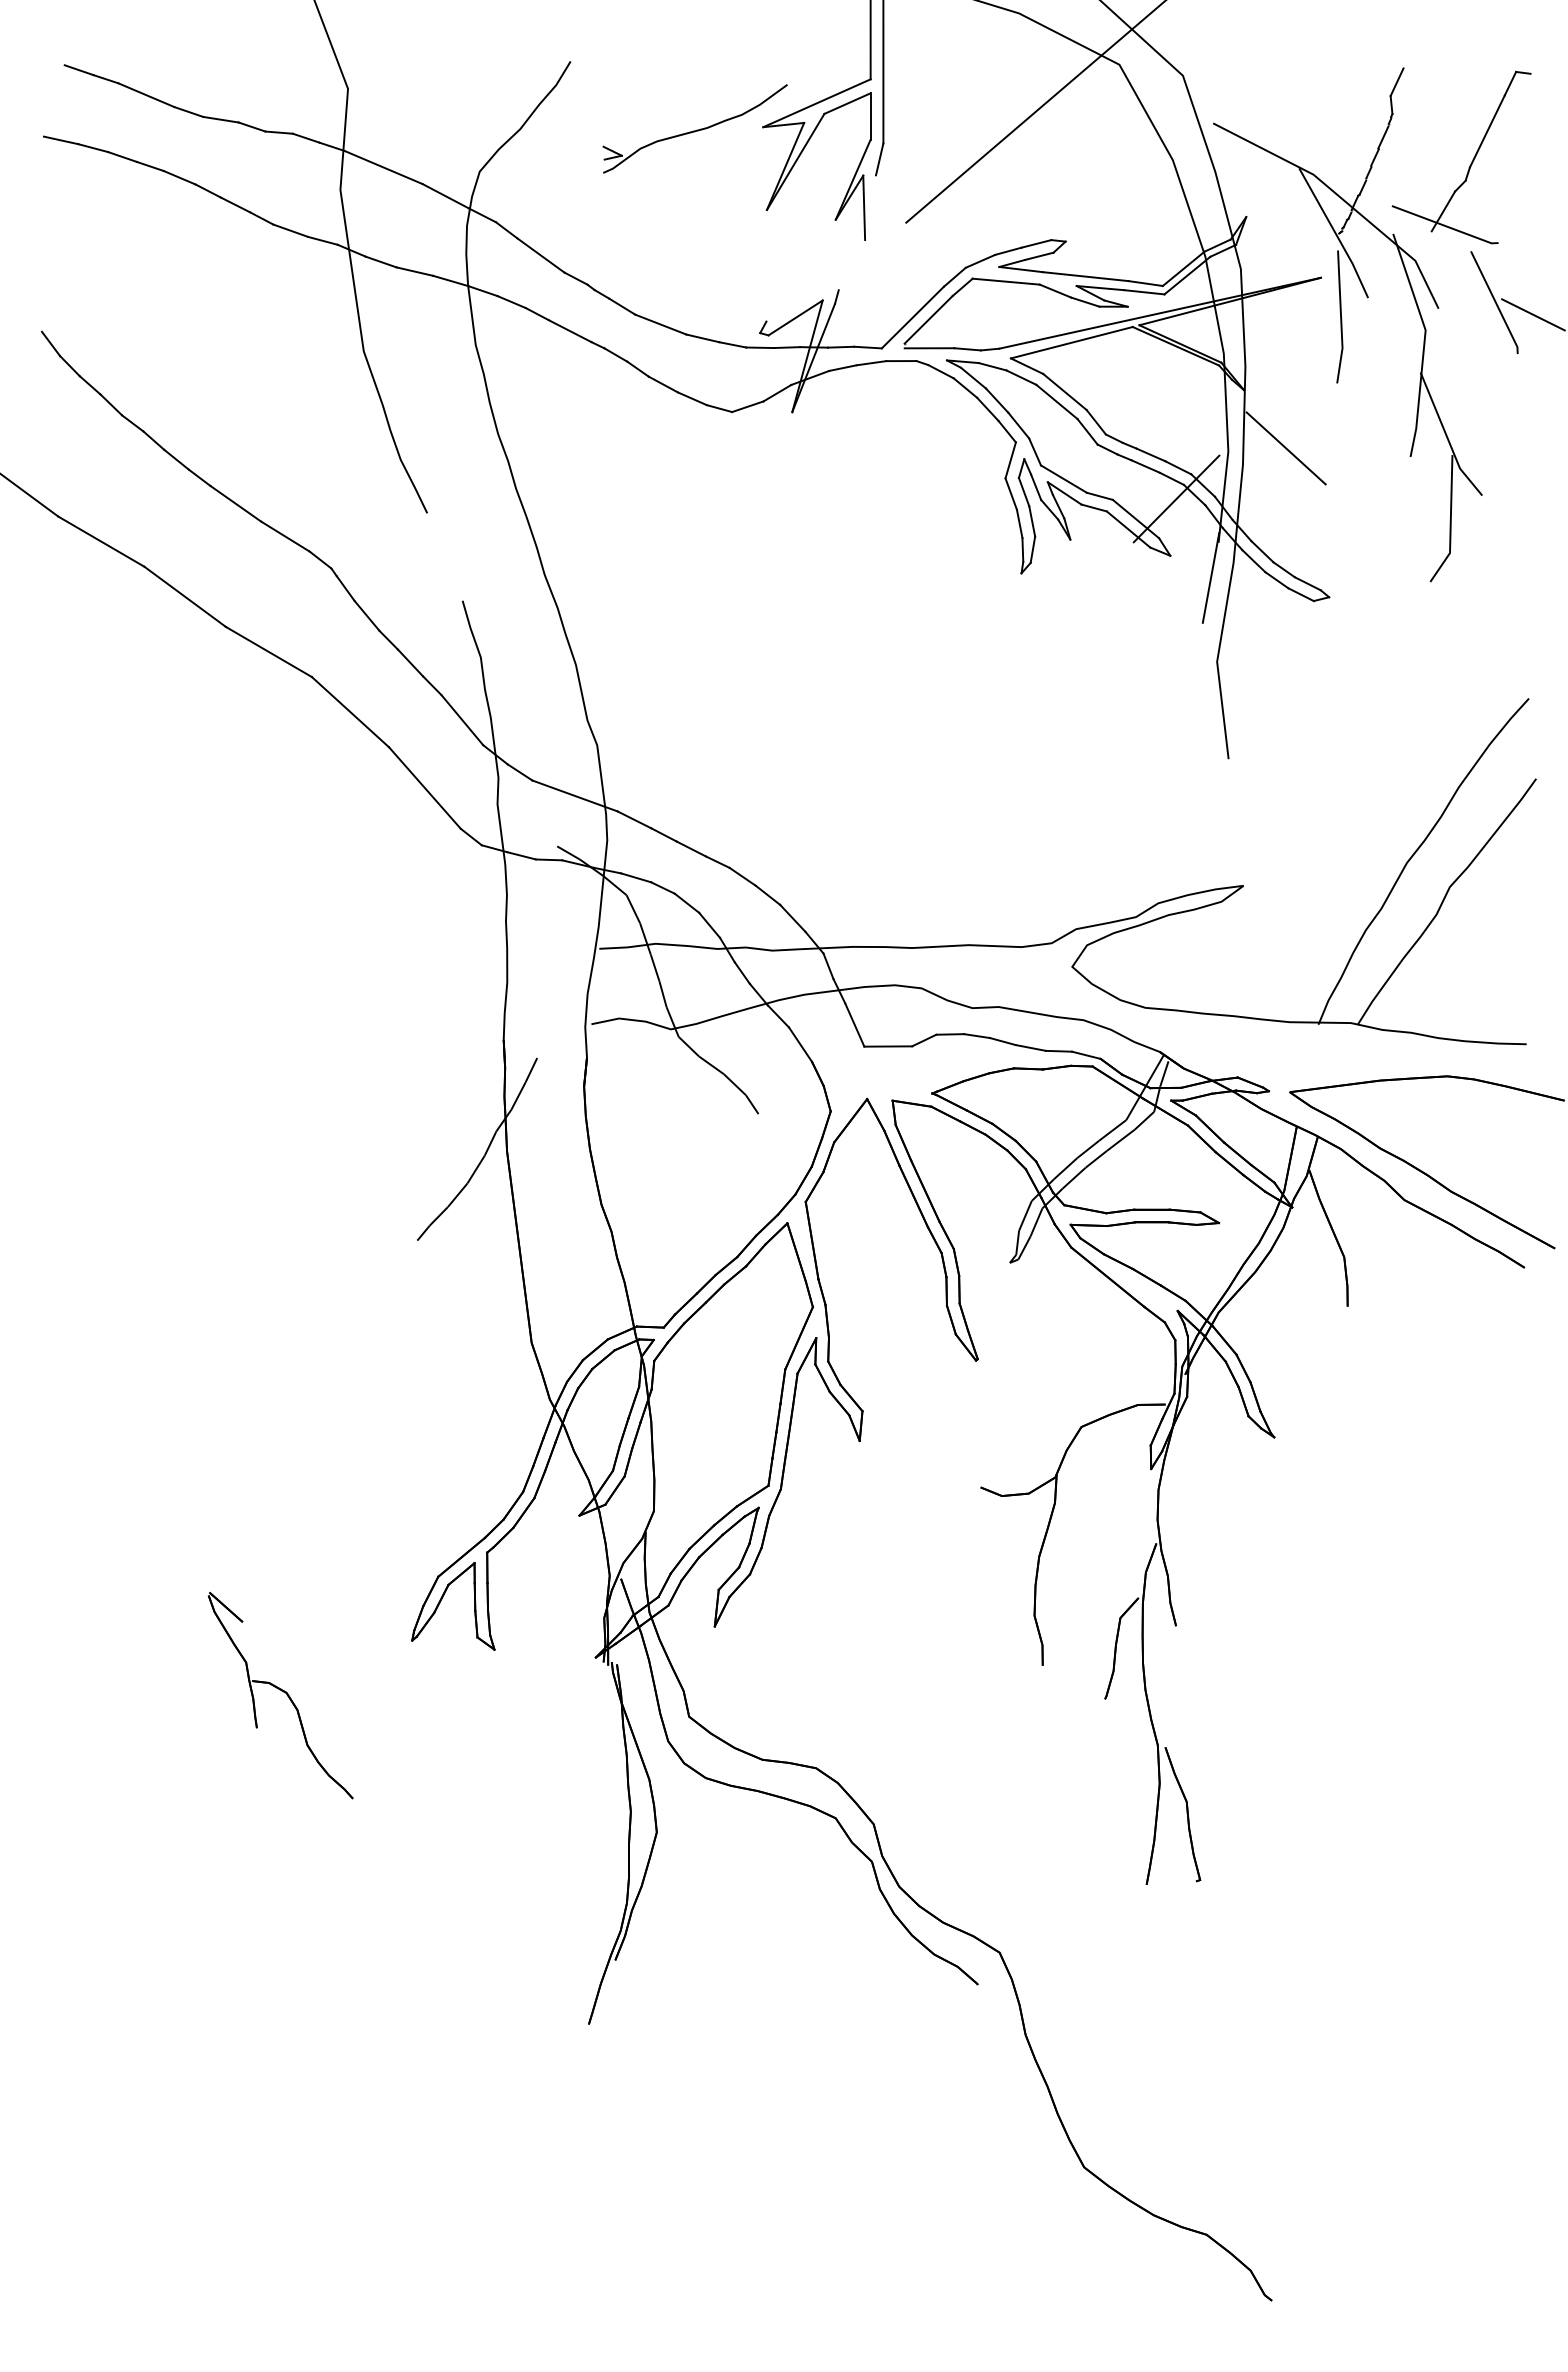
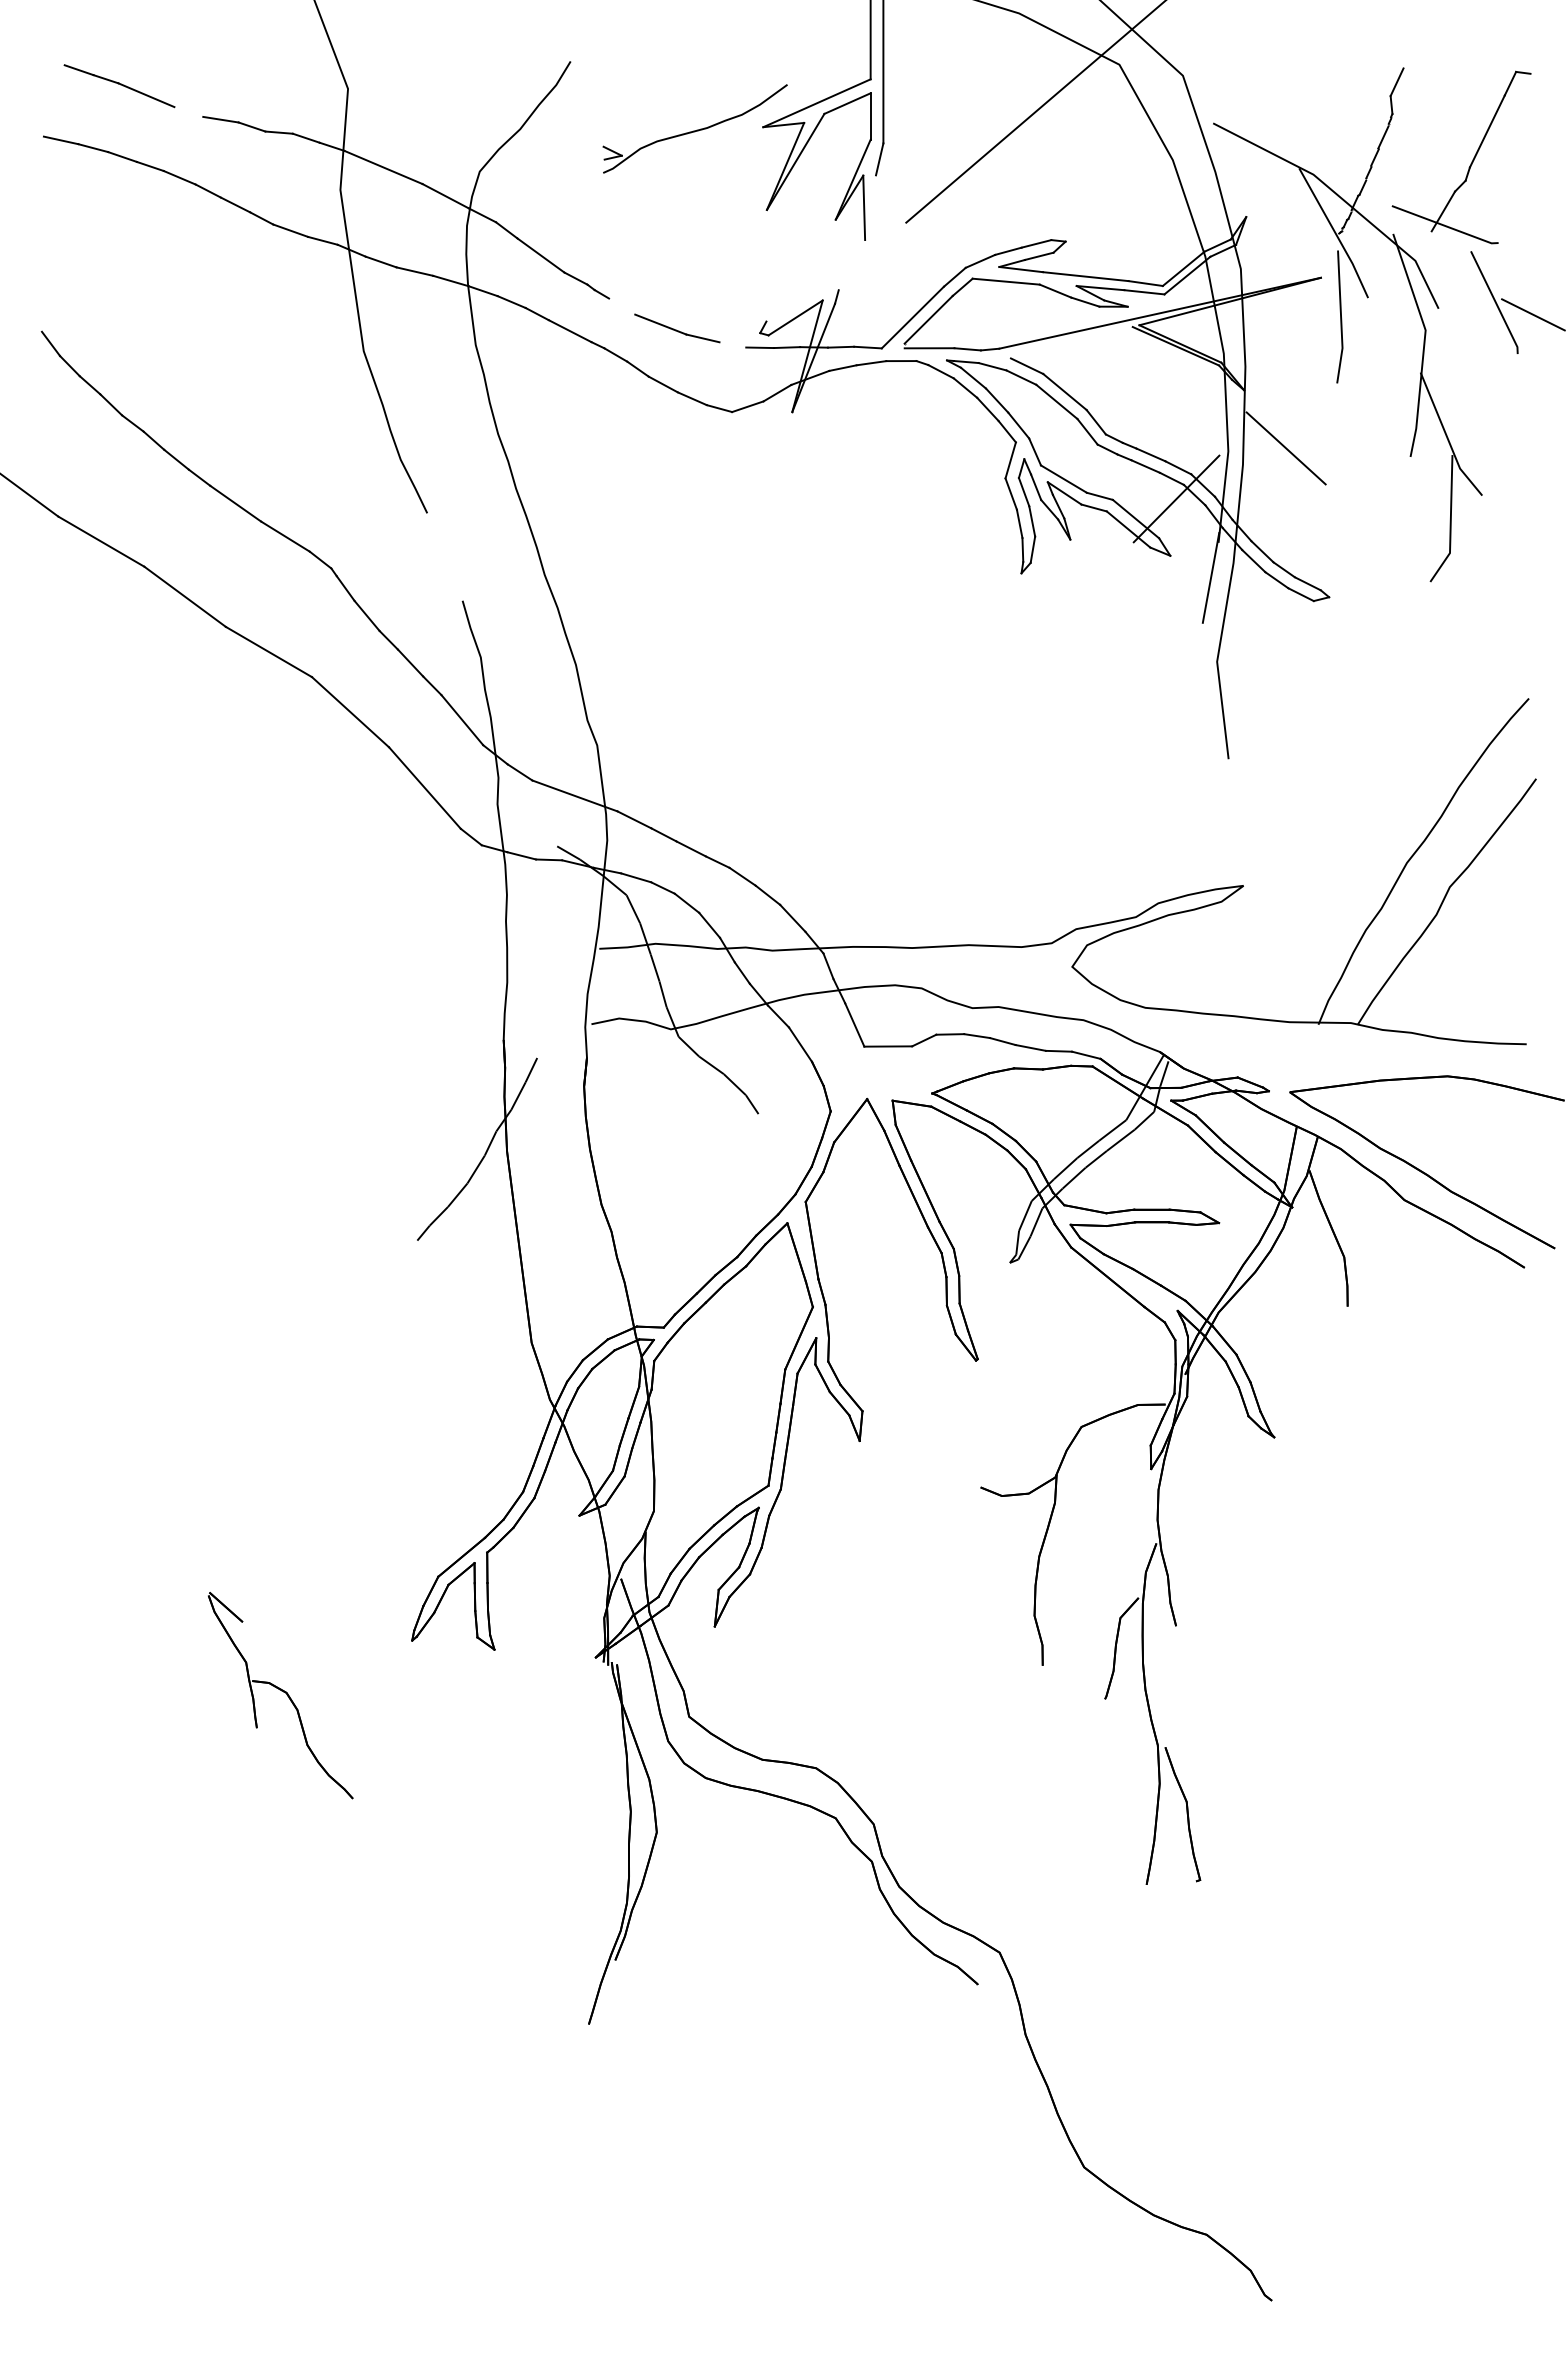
line at (188, 111): present -> none
line at (622, 306): present -> none
line at (1071, 342): present -> none
line at (732, 344): present -> none
